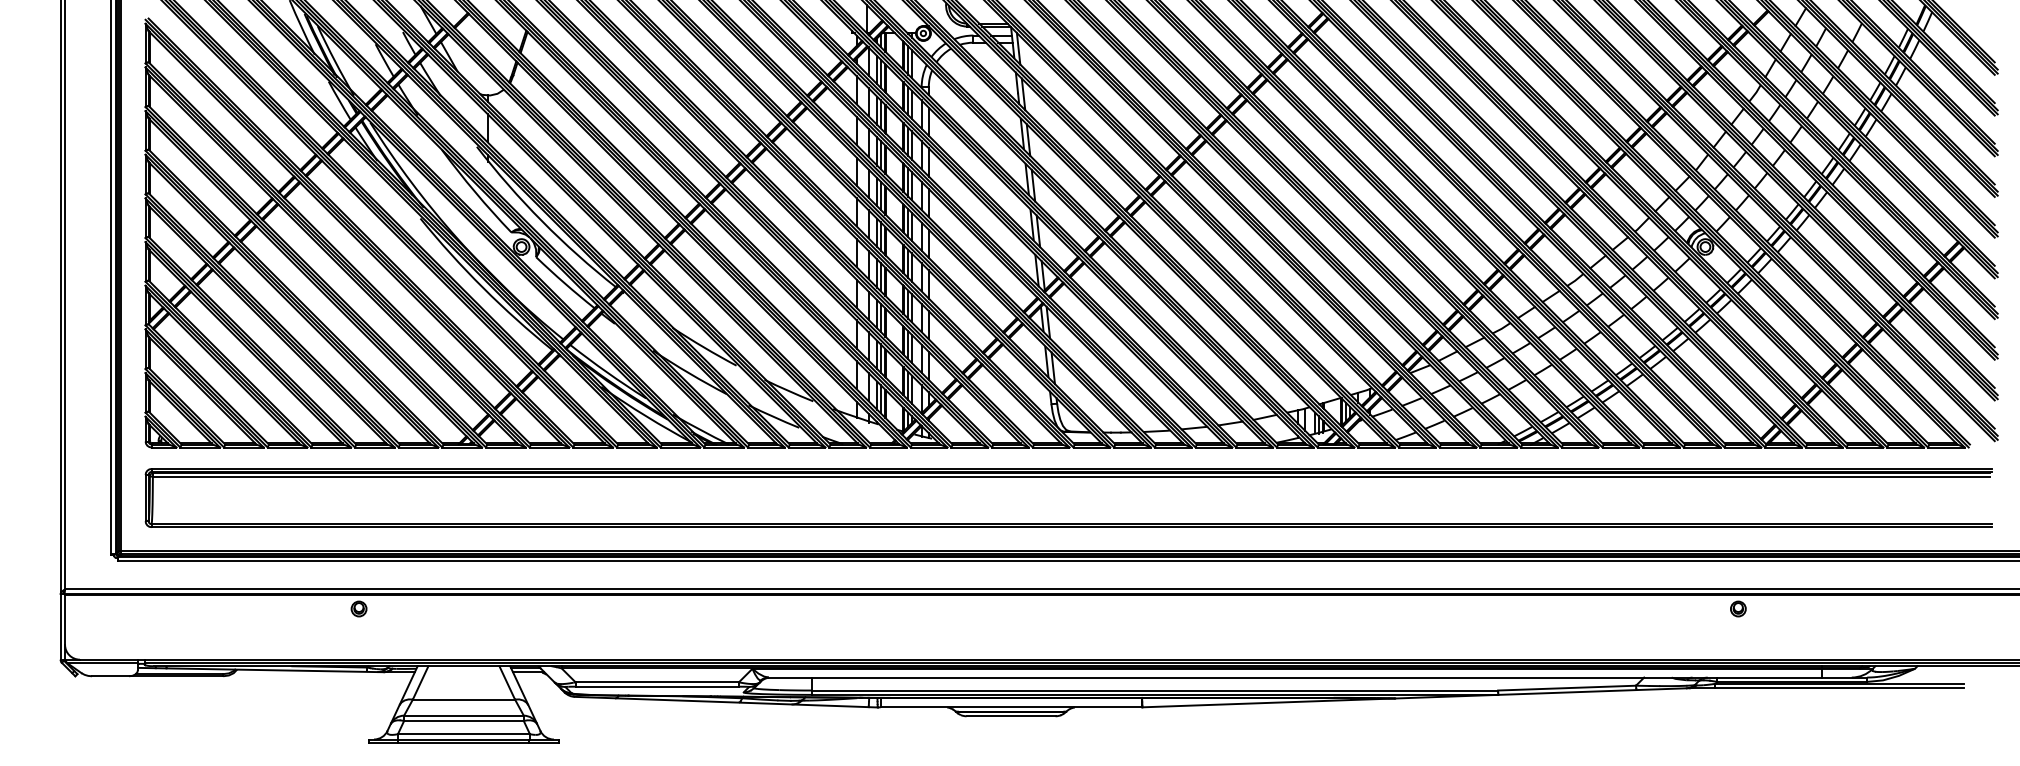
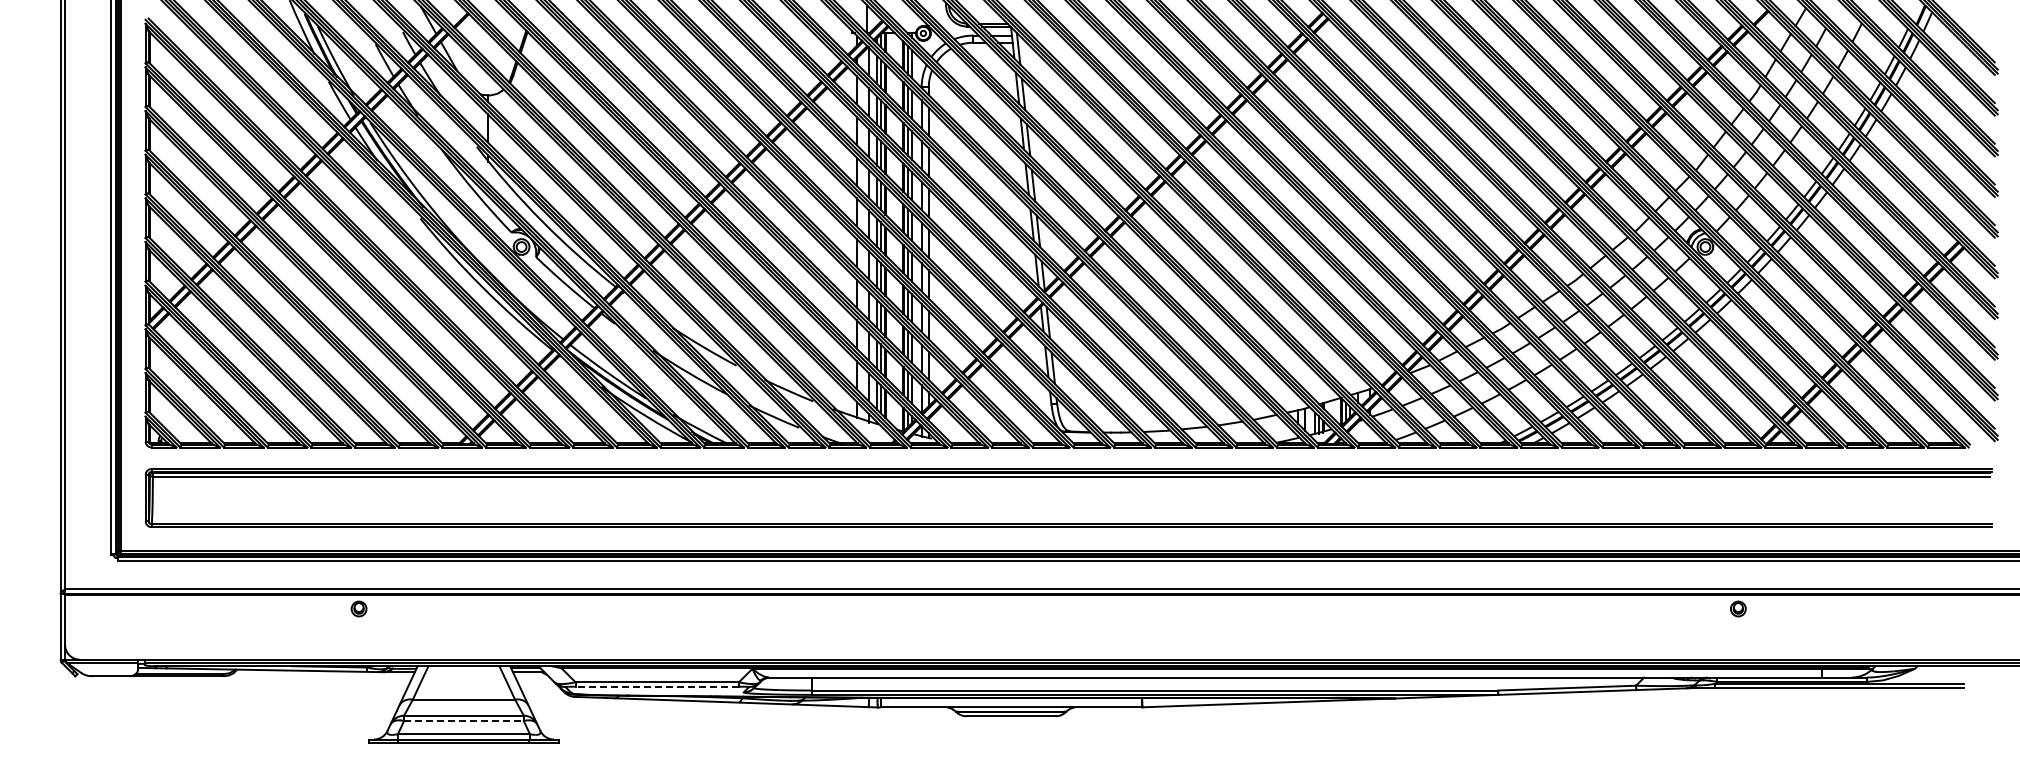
line at (657, 686): solid -> dashed
line at (463, 720): solid -> dashed
